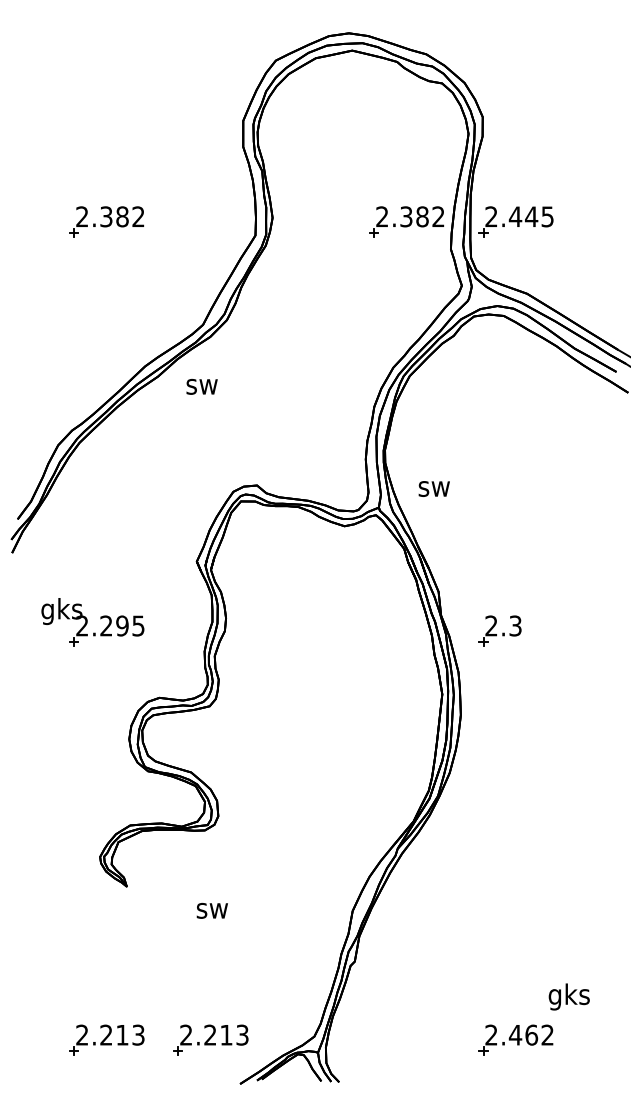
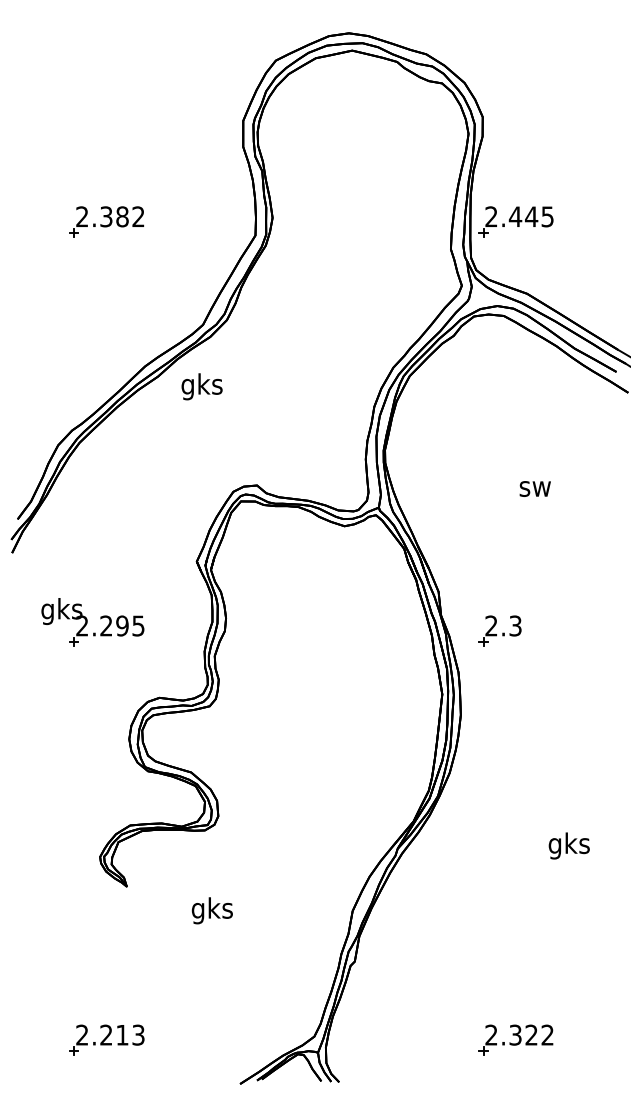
part at (406, 221): present -> none
text at (201, 386): sw -> gks
text at (433, 488) position: (433, 488) -> (534, 488)
text at (211, 910): sw -> gks
text at (568, 996) position: (568, 996) -> (568, 845)
text at (523, 1034): 2.462 -> 2.322
part at (210, 1039): present -> none
